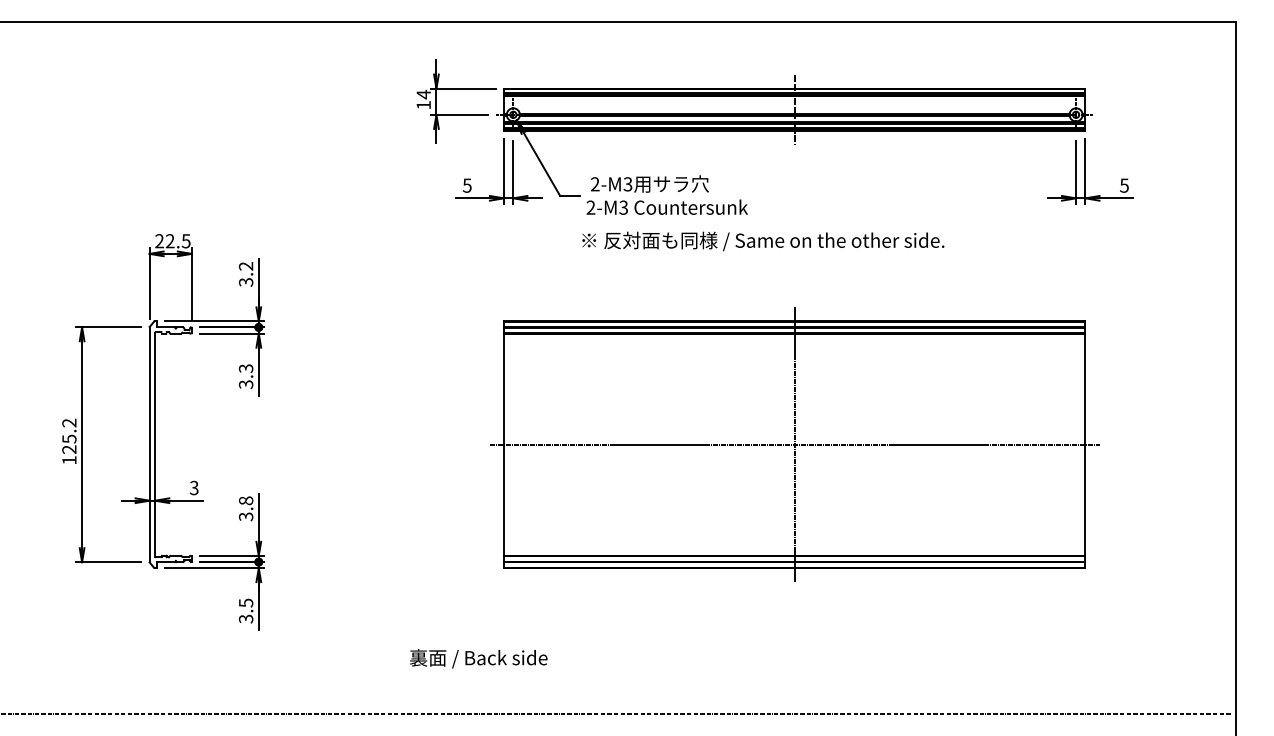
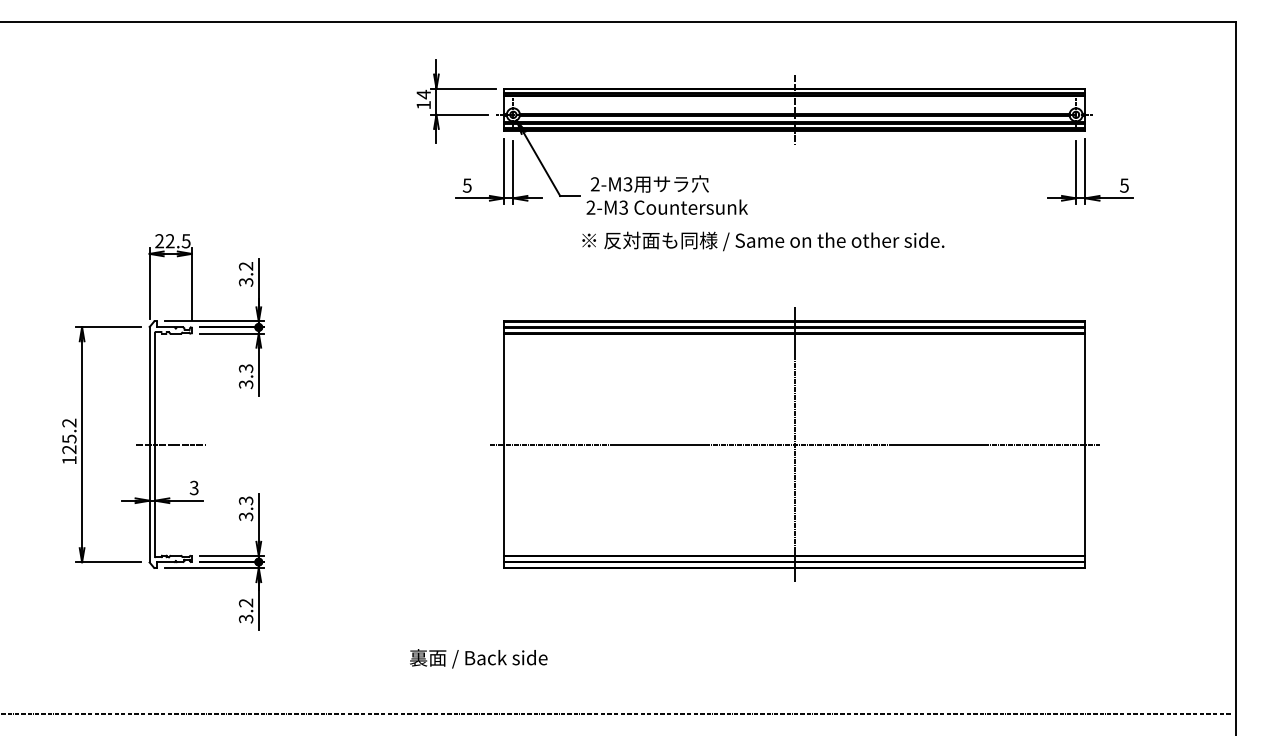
line at (170, 444): none -> present
text at (246, 500): 3.8 -> 3.3
text at (245, 602): 3.5 -> 3.2
